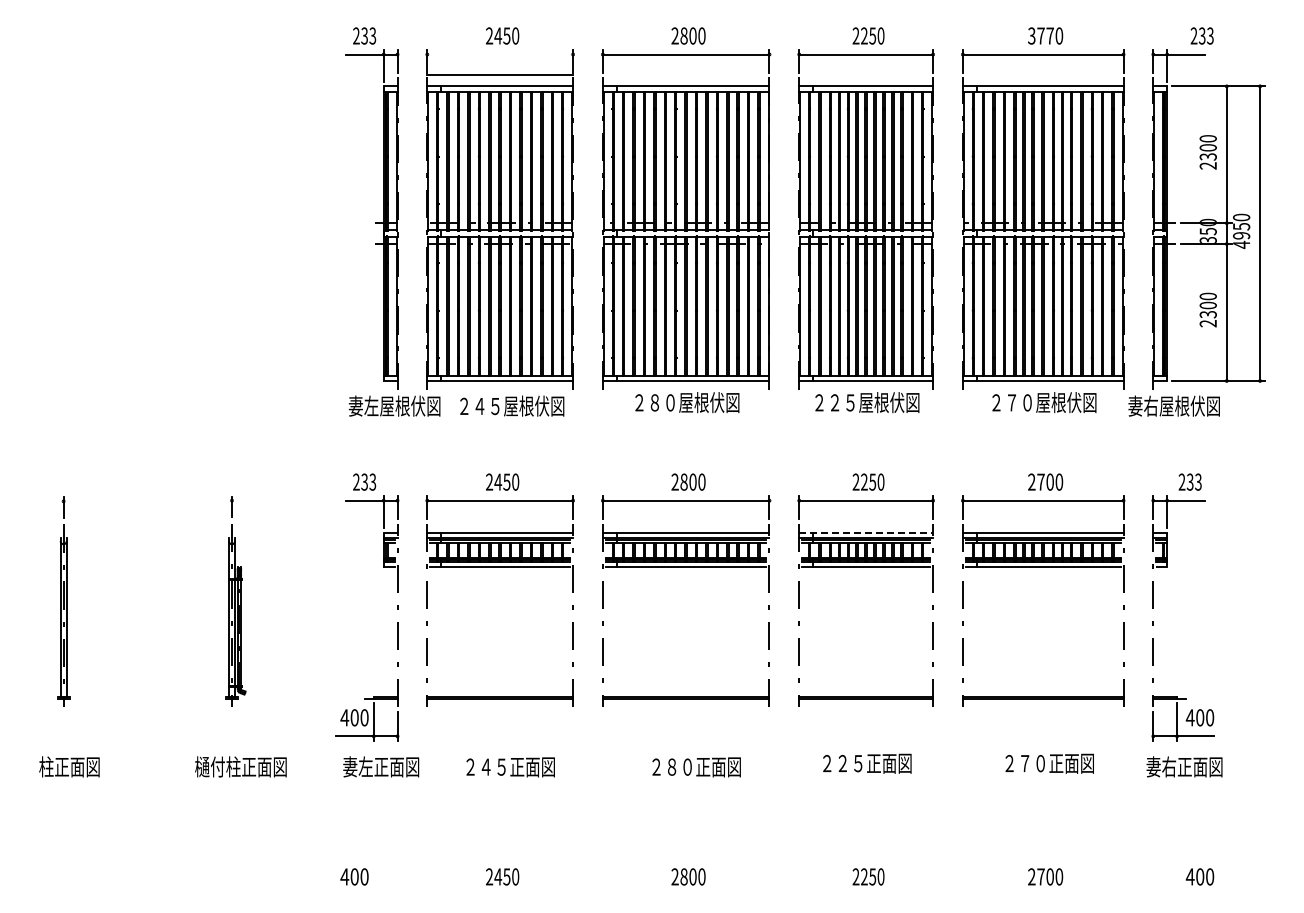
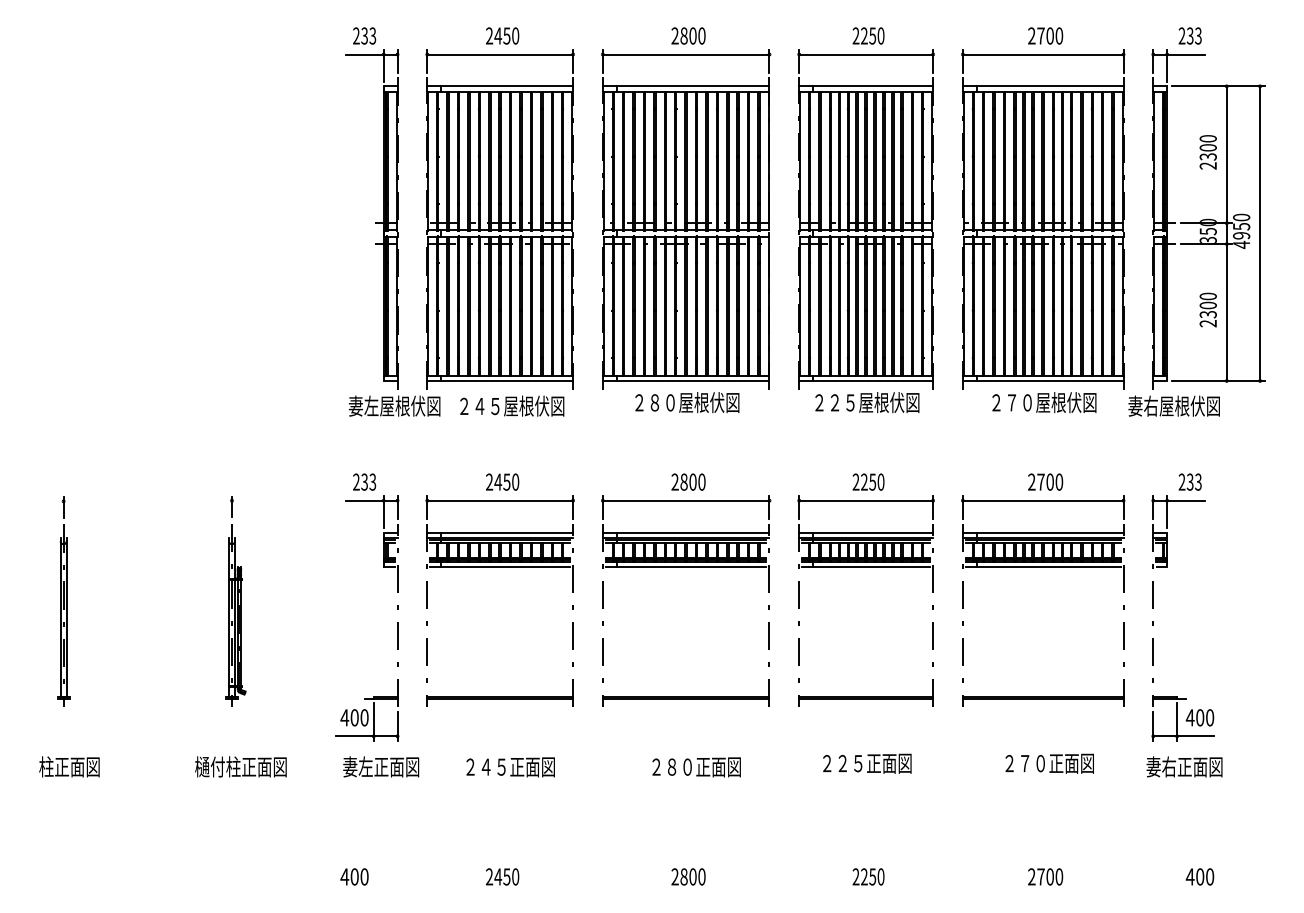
text at (1040, 35): 3770 -> 2700
text at (1201, 35) position: (1201, 35) -> (1189, 35)
line at (500, 74) position: (500, 74) -> (500, 54)
line at (866, 532): dashed -> solid
